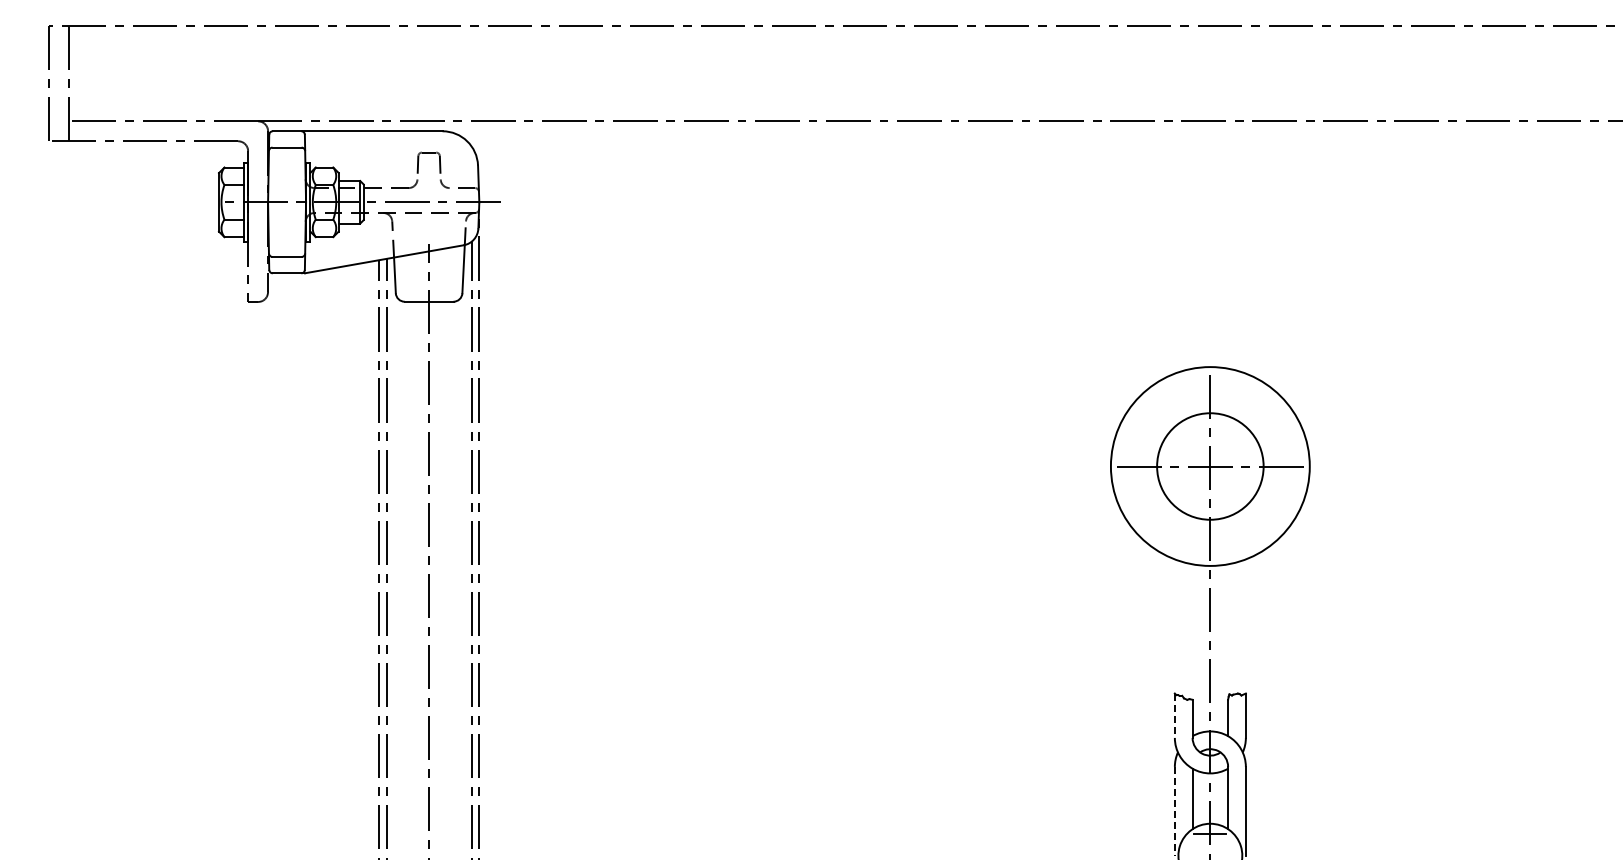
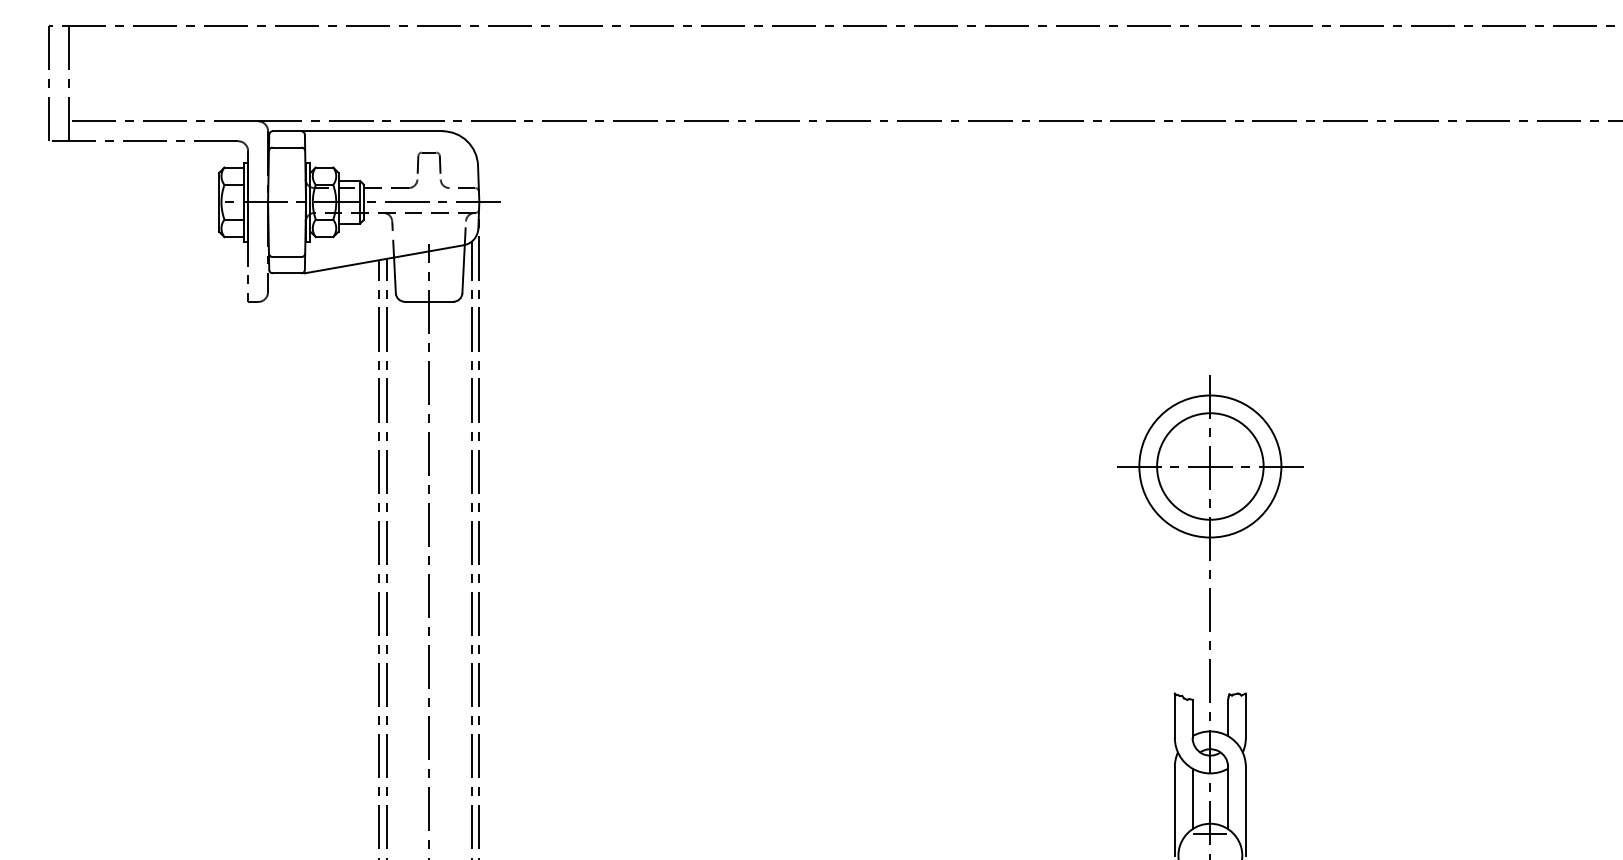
circle at (1209, 466) diameter: 199 px -> 142 px
line at (1174, 716): dashed -> solid
line at (1174, 811): dashed -> solid
